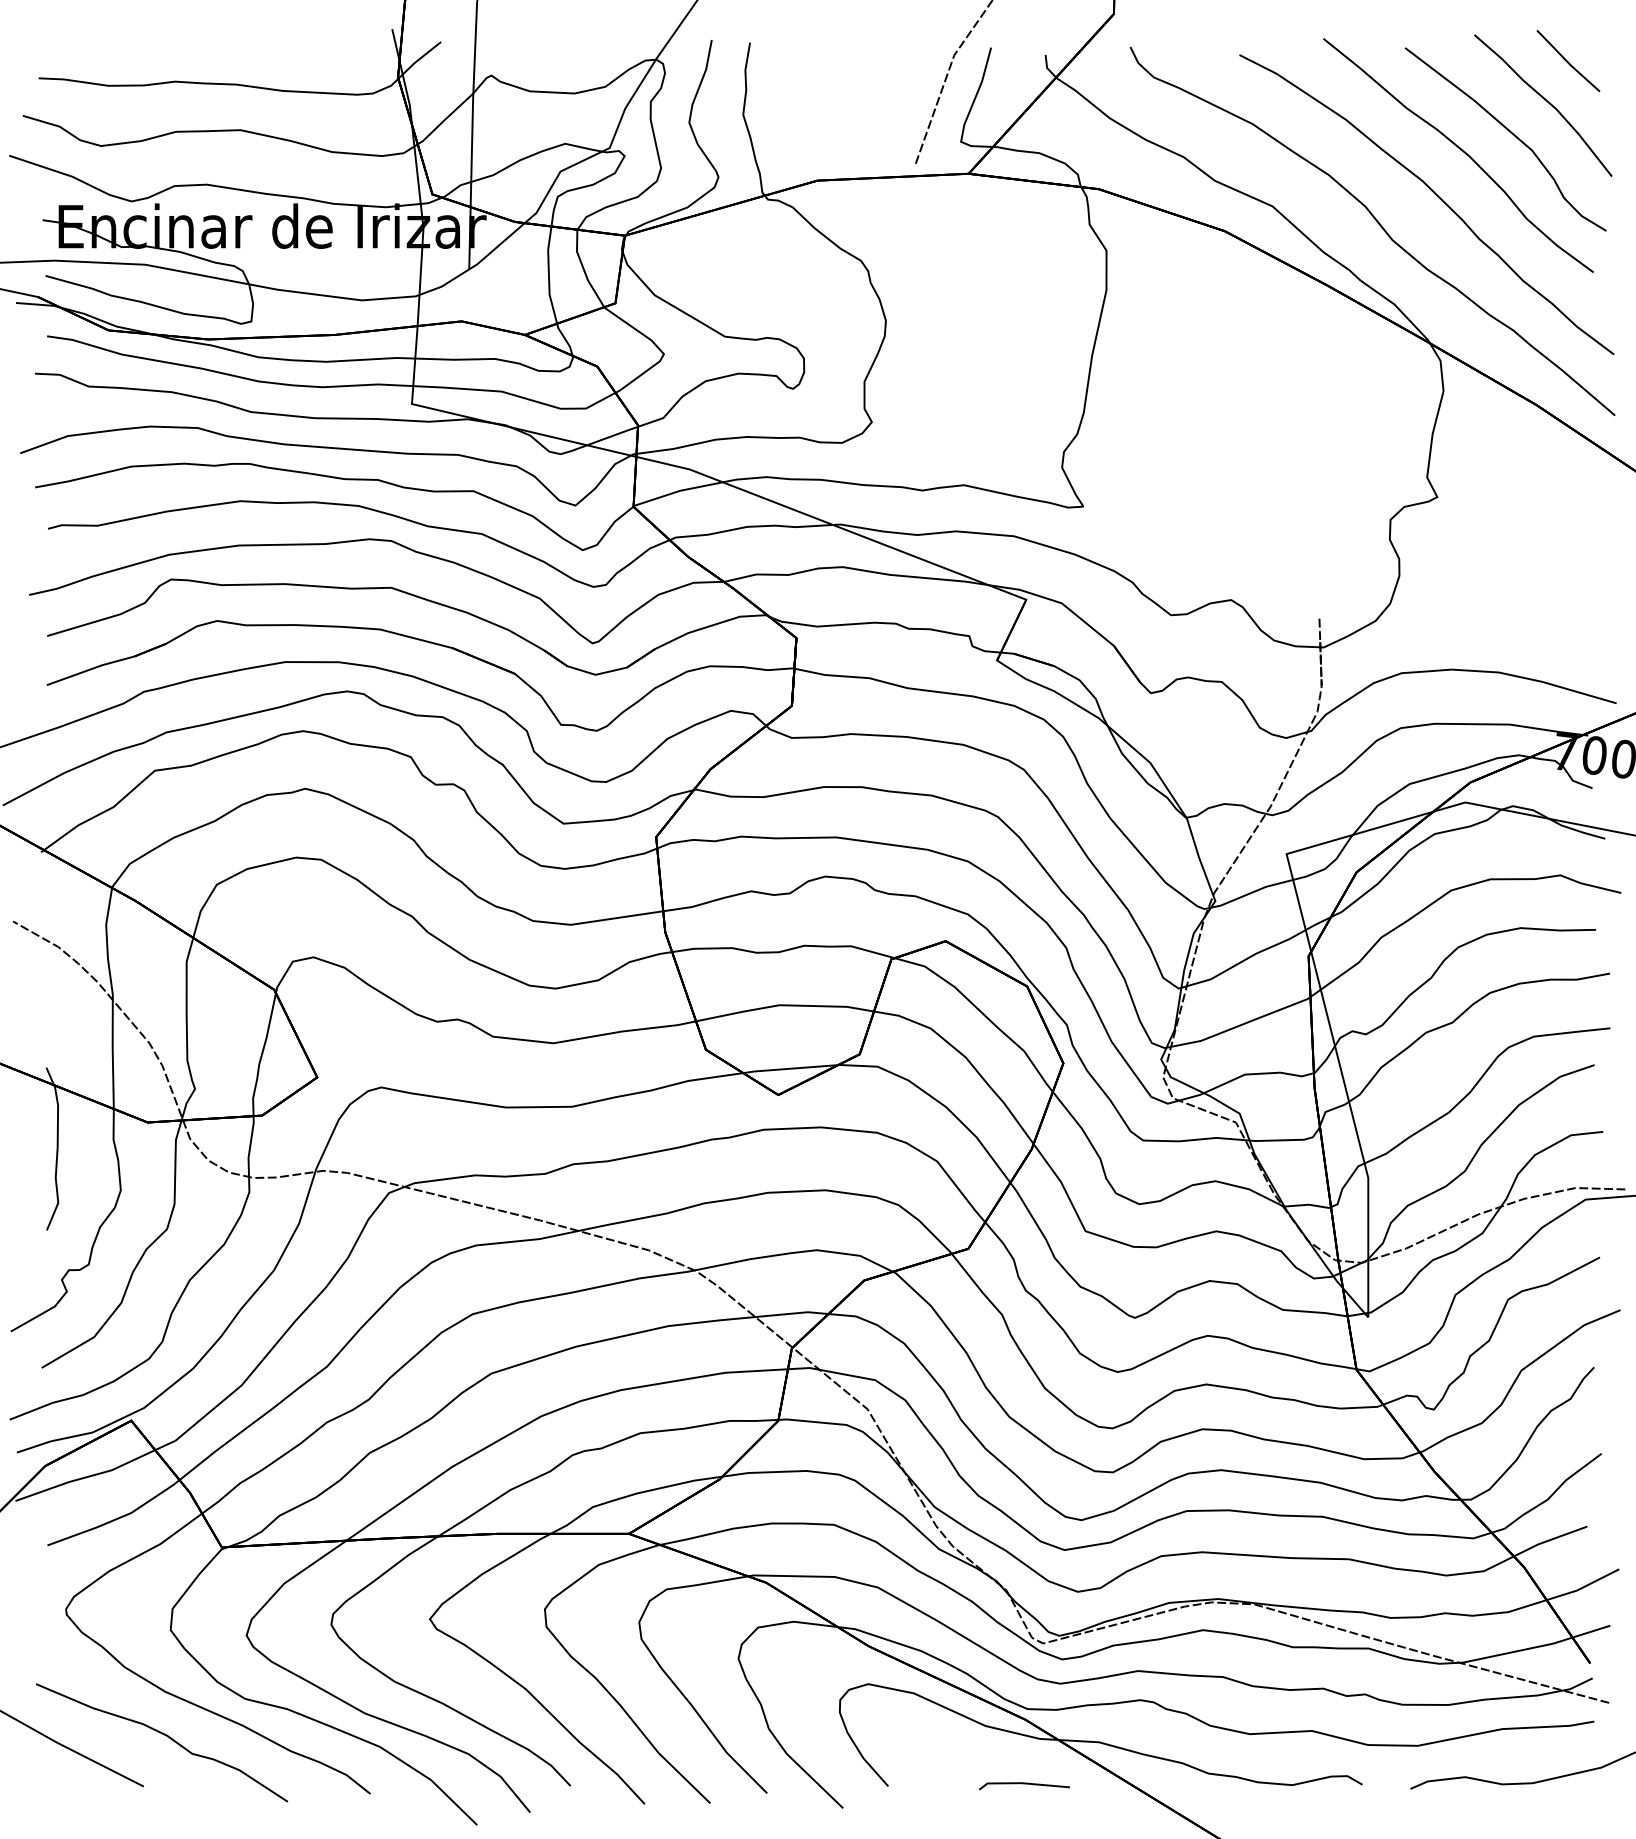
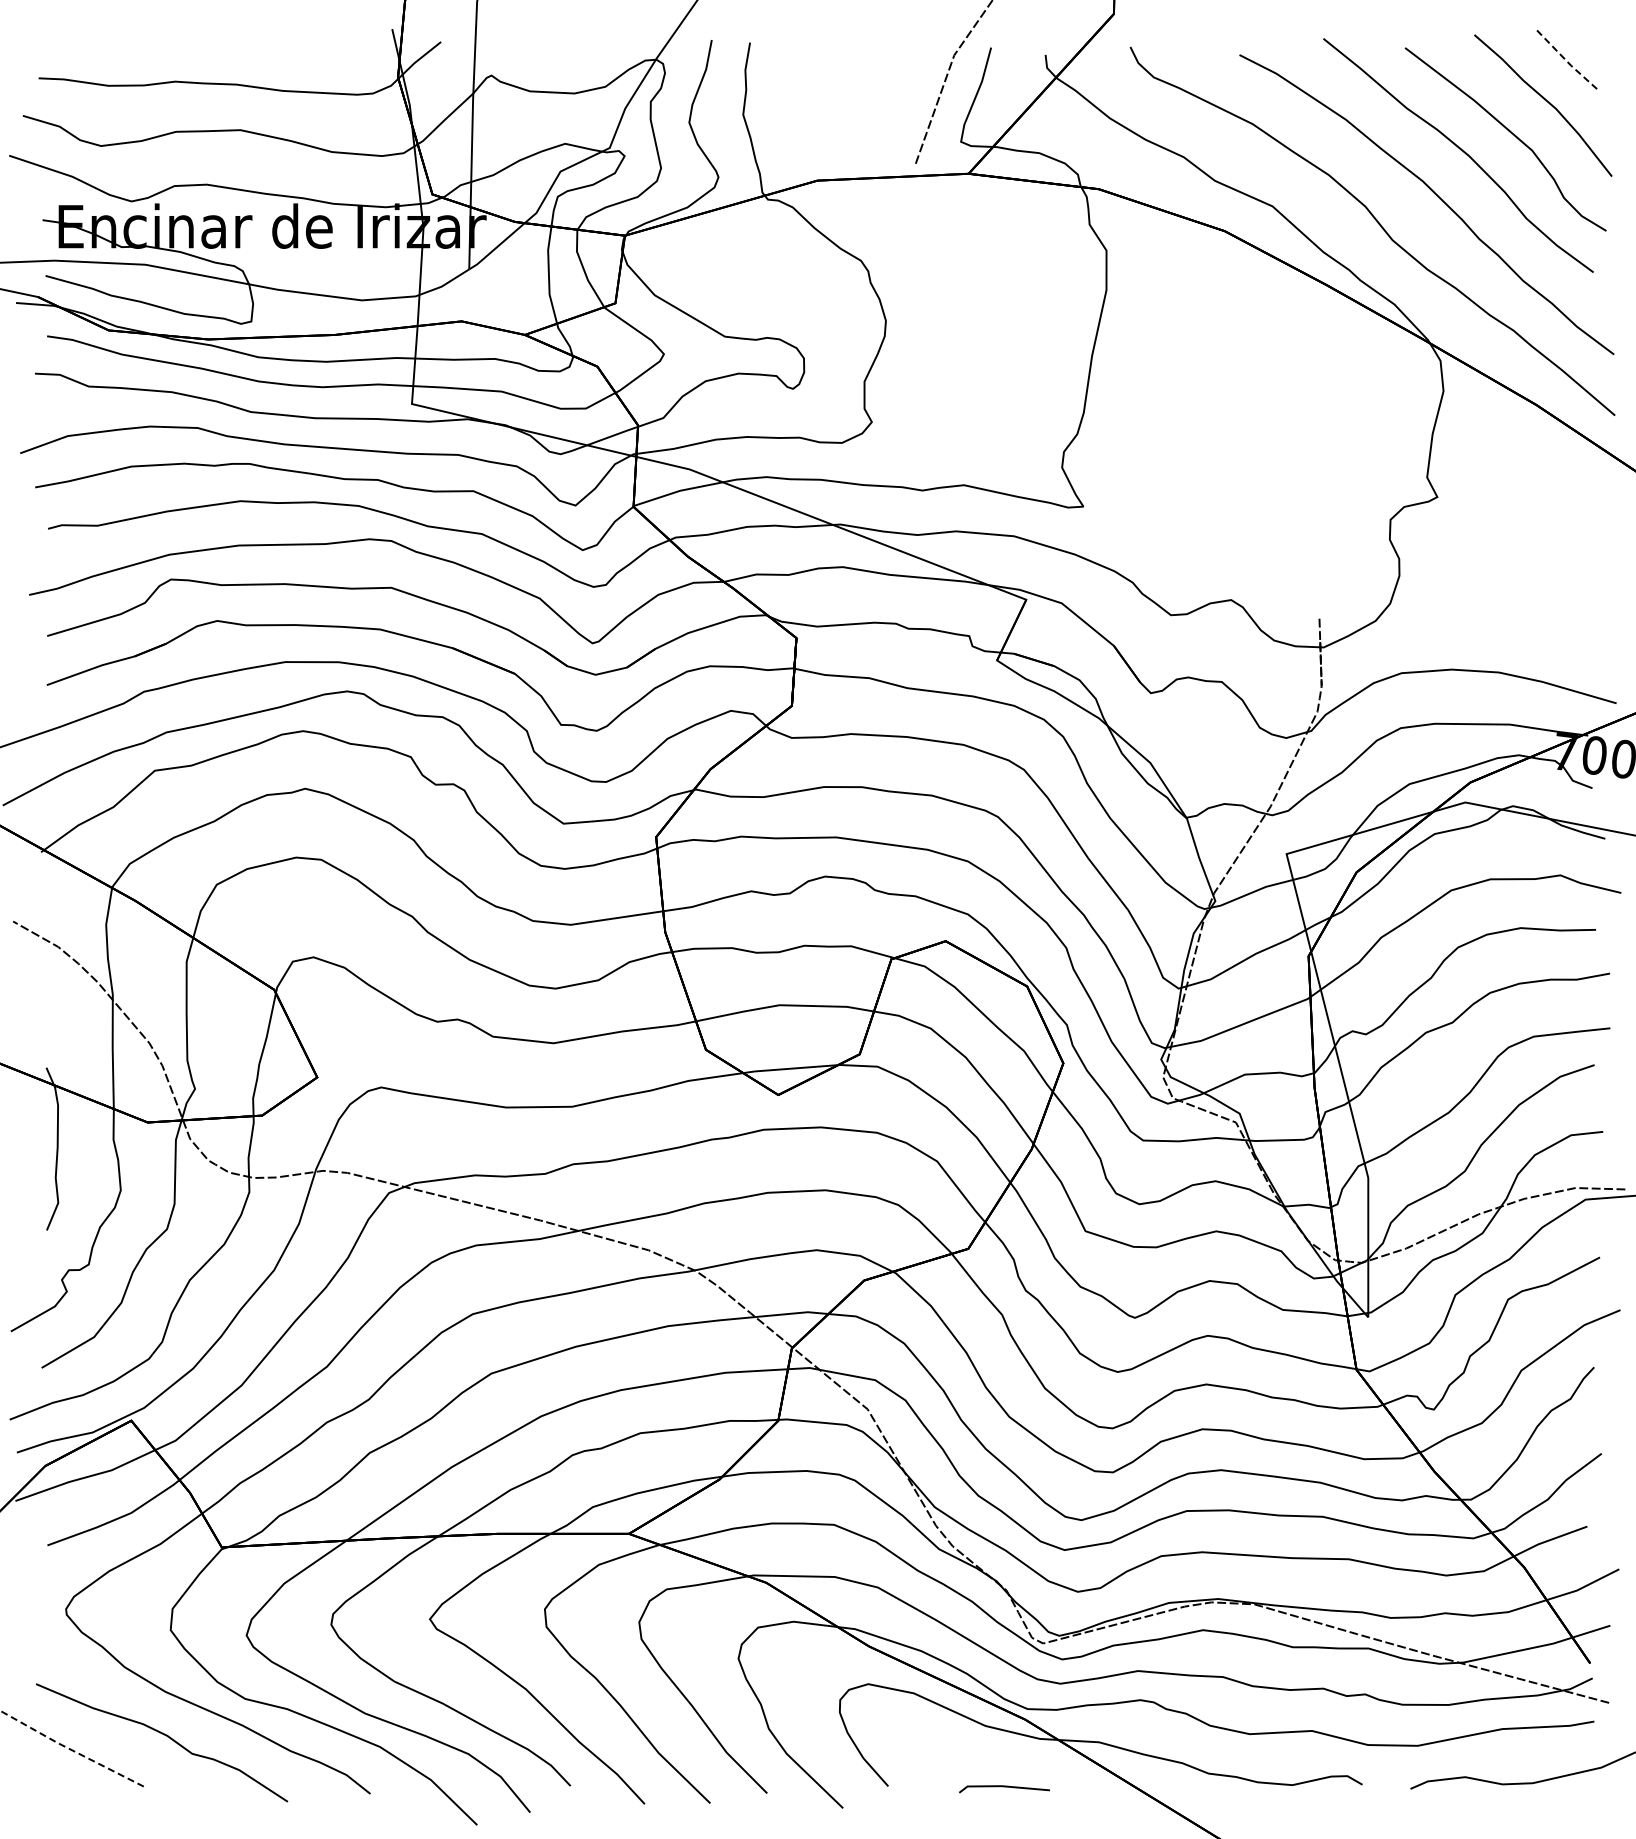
line at (1568, 62): solid -> dashed
line at (70, 1749): solid -> dashed
line at (1024, 1784) position: (1024, 1784) -> (1004, 1787)
